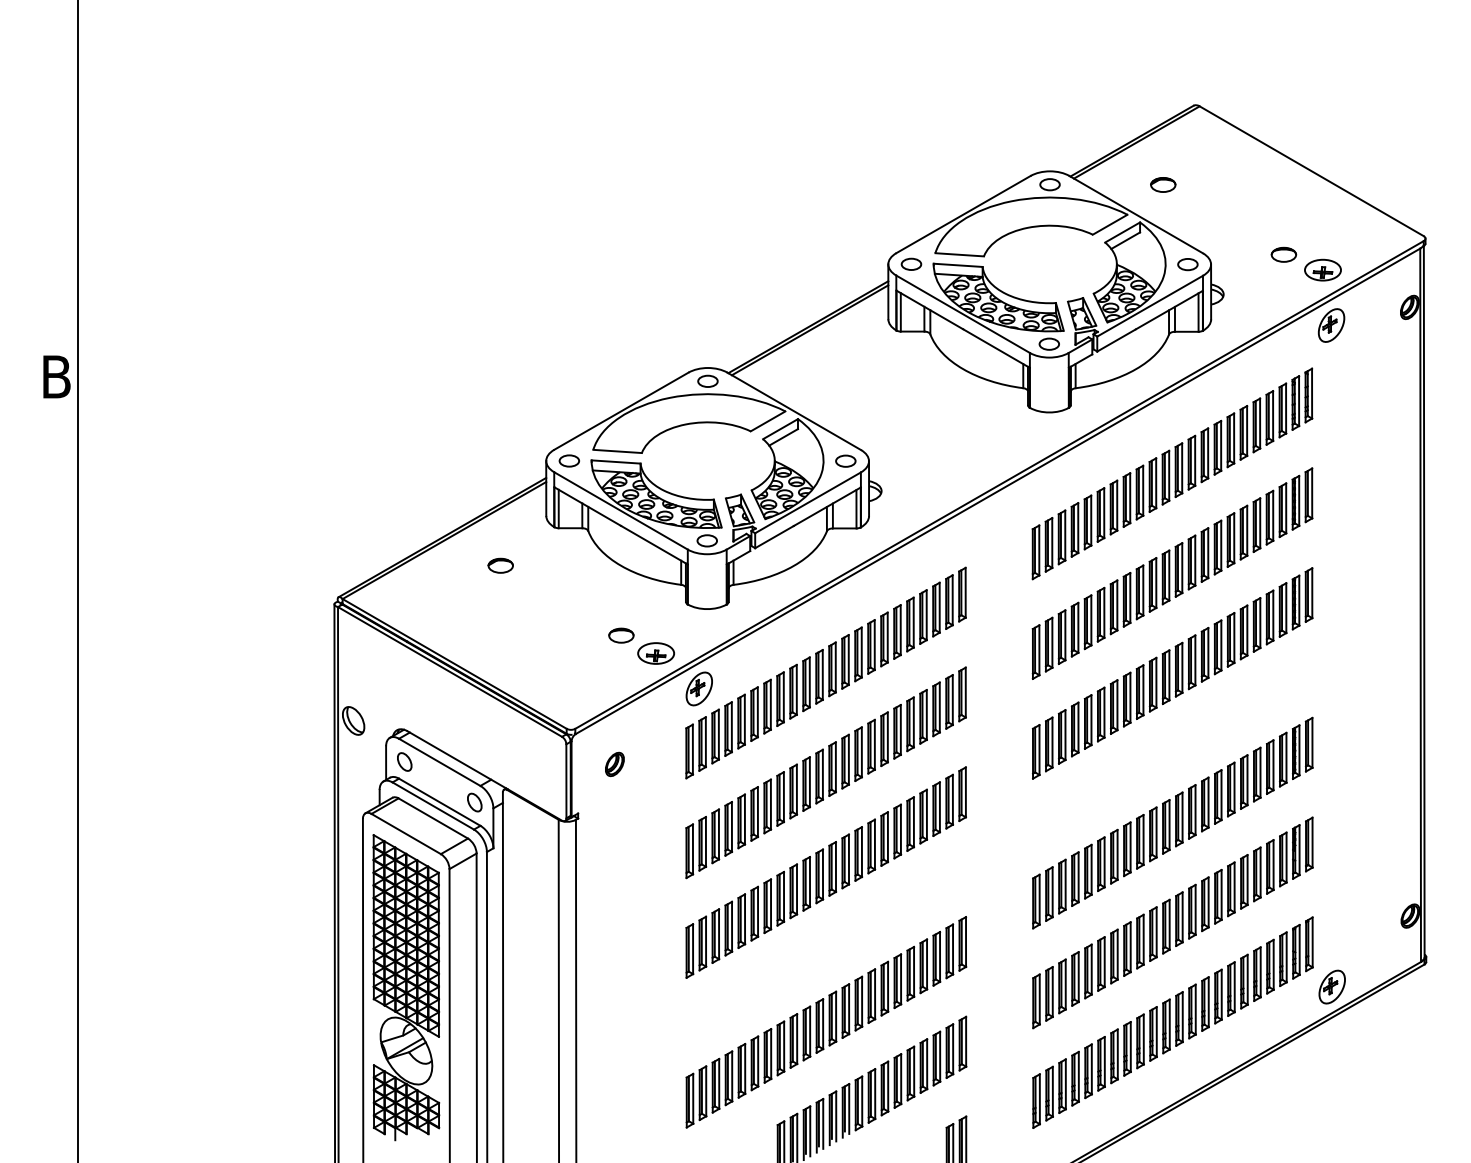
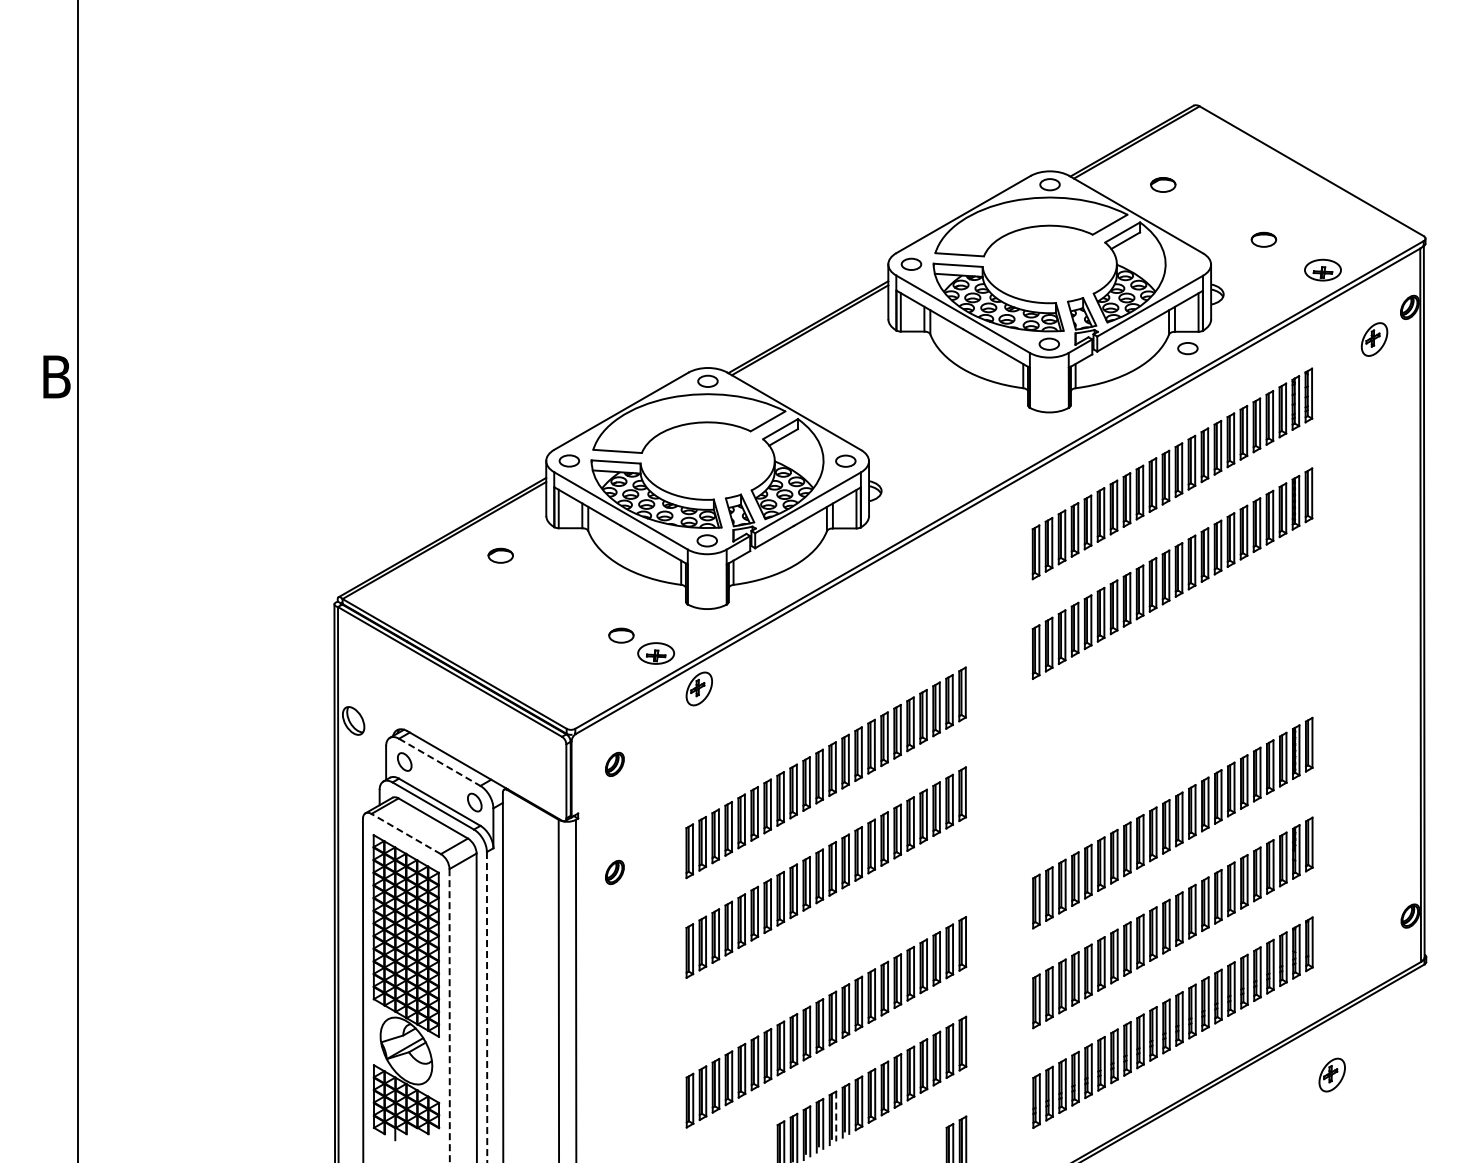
part at (1283, 254) position: (1283, 254) -> (1263, 239)
part at (1187, 264) position: (1187, 264) -> (1187, 348)
part at (1331, 325) position: (1331, 325) -> (1374, 339)
part at (500, 565) position: (500, 565) -> (500, 555)
part at (825, 672): present -> none
part at (1172, 673): present -> none
line at (440, 762): solid -> dashed
line at (405, 833): solid -> dashed
part at (614, 872): none -> present
part at (1331, 986) position: (1331, 986) -> (1331, 1074)
line at (487, 1007): solid -> dashed
line at (449, 1015): solid -> dashed
line at (836, 1116): solid -> dashed
